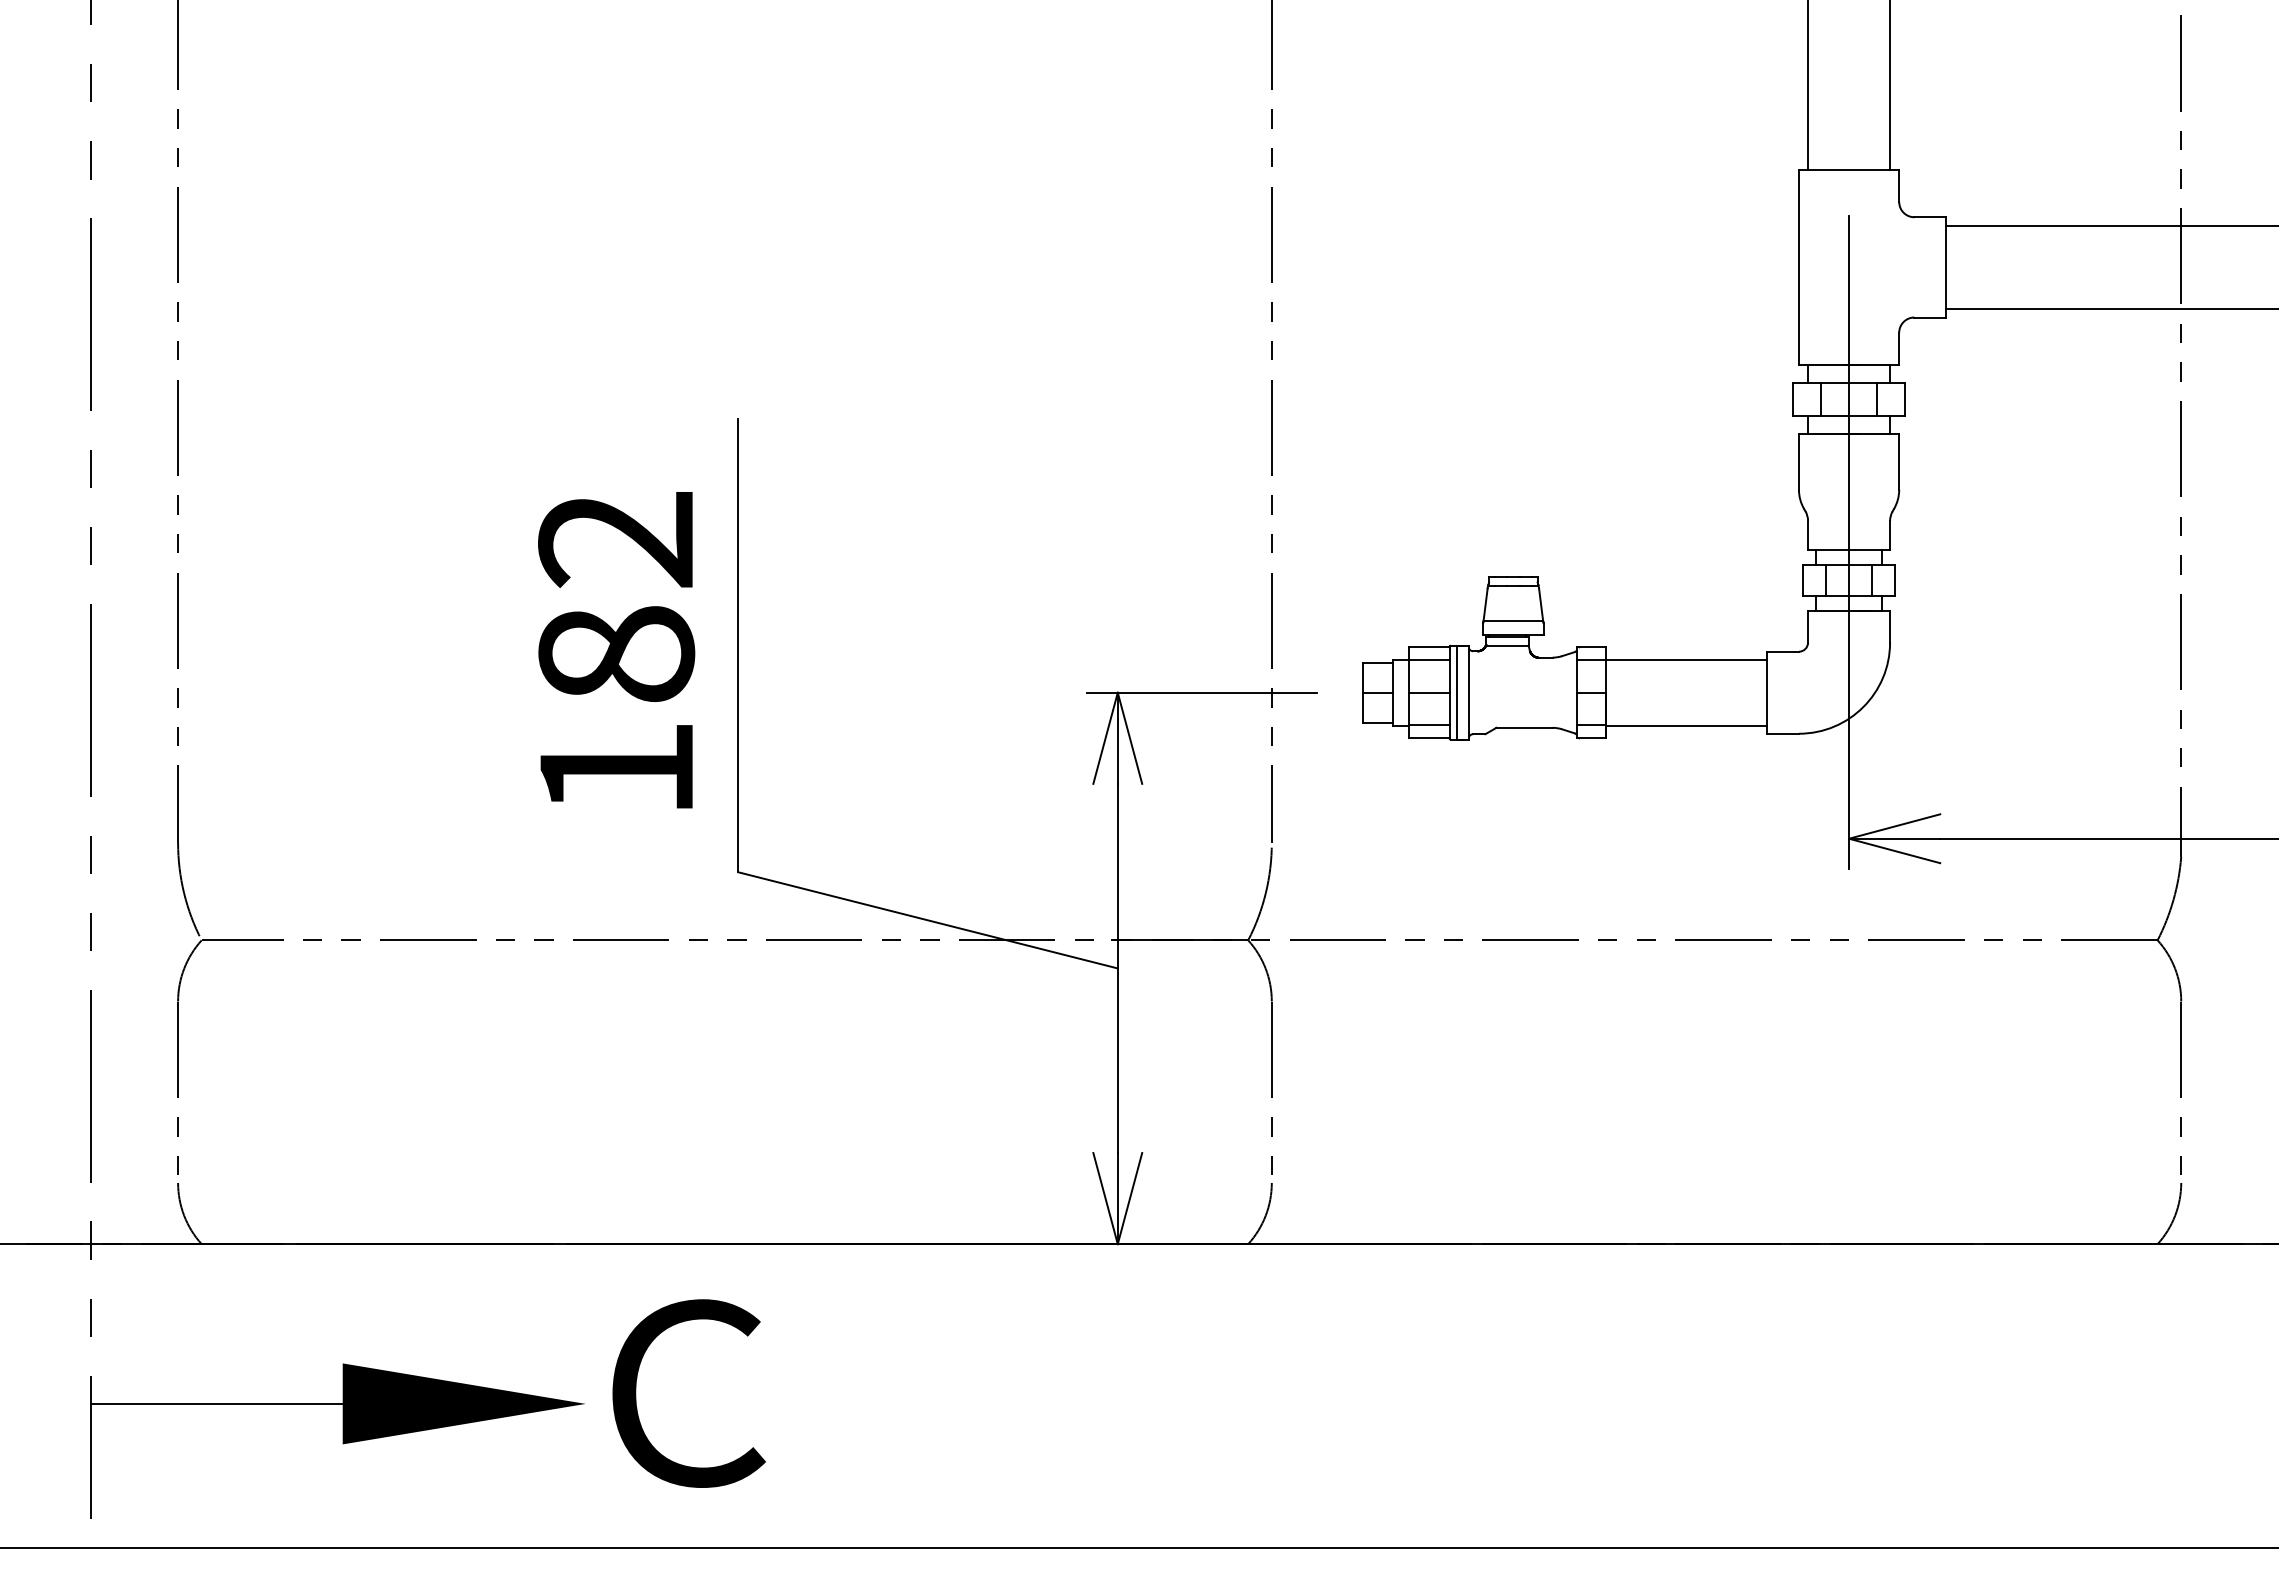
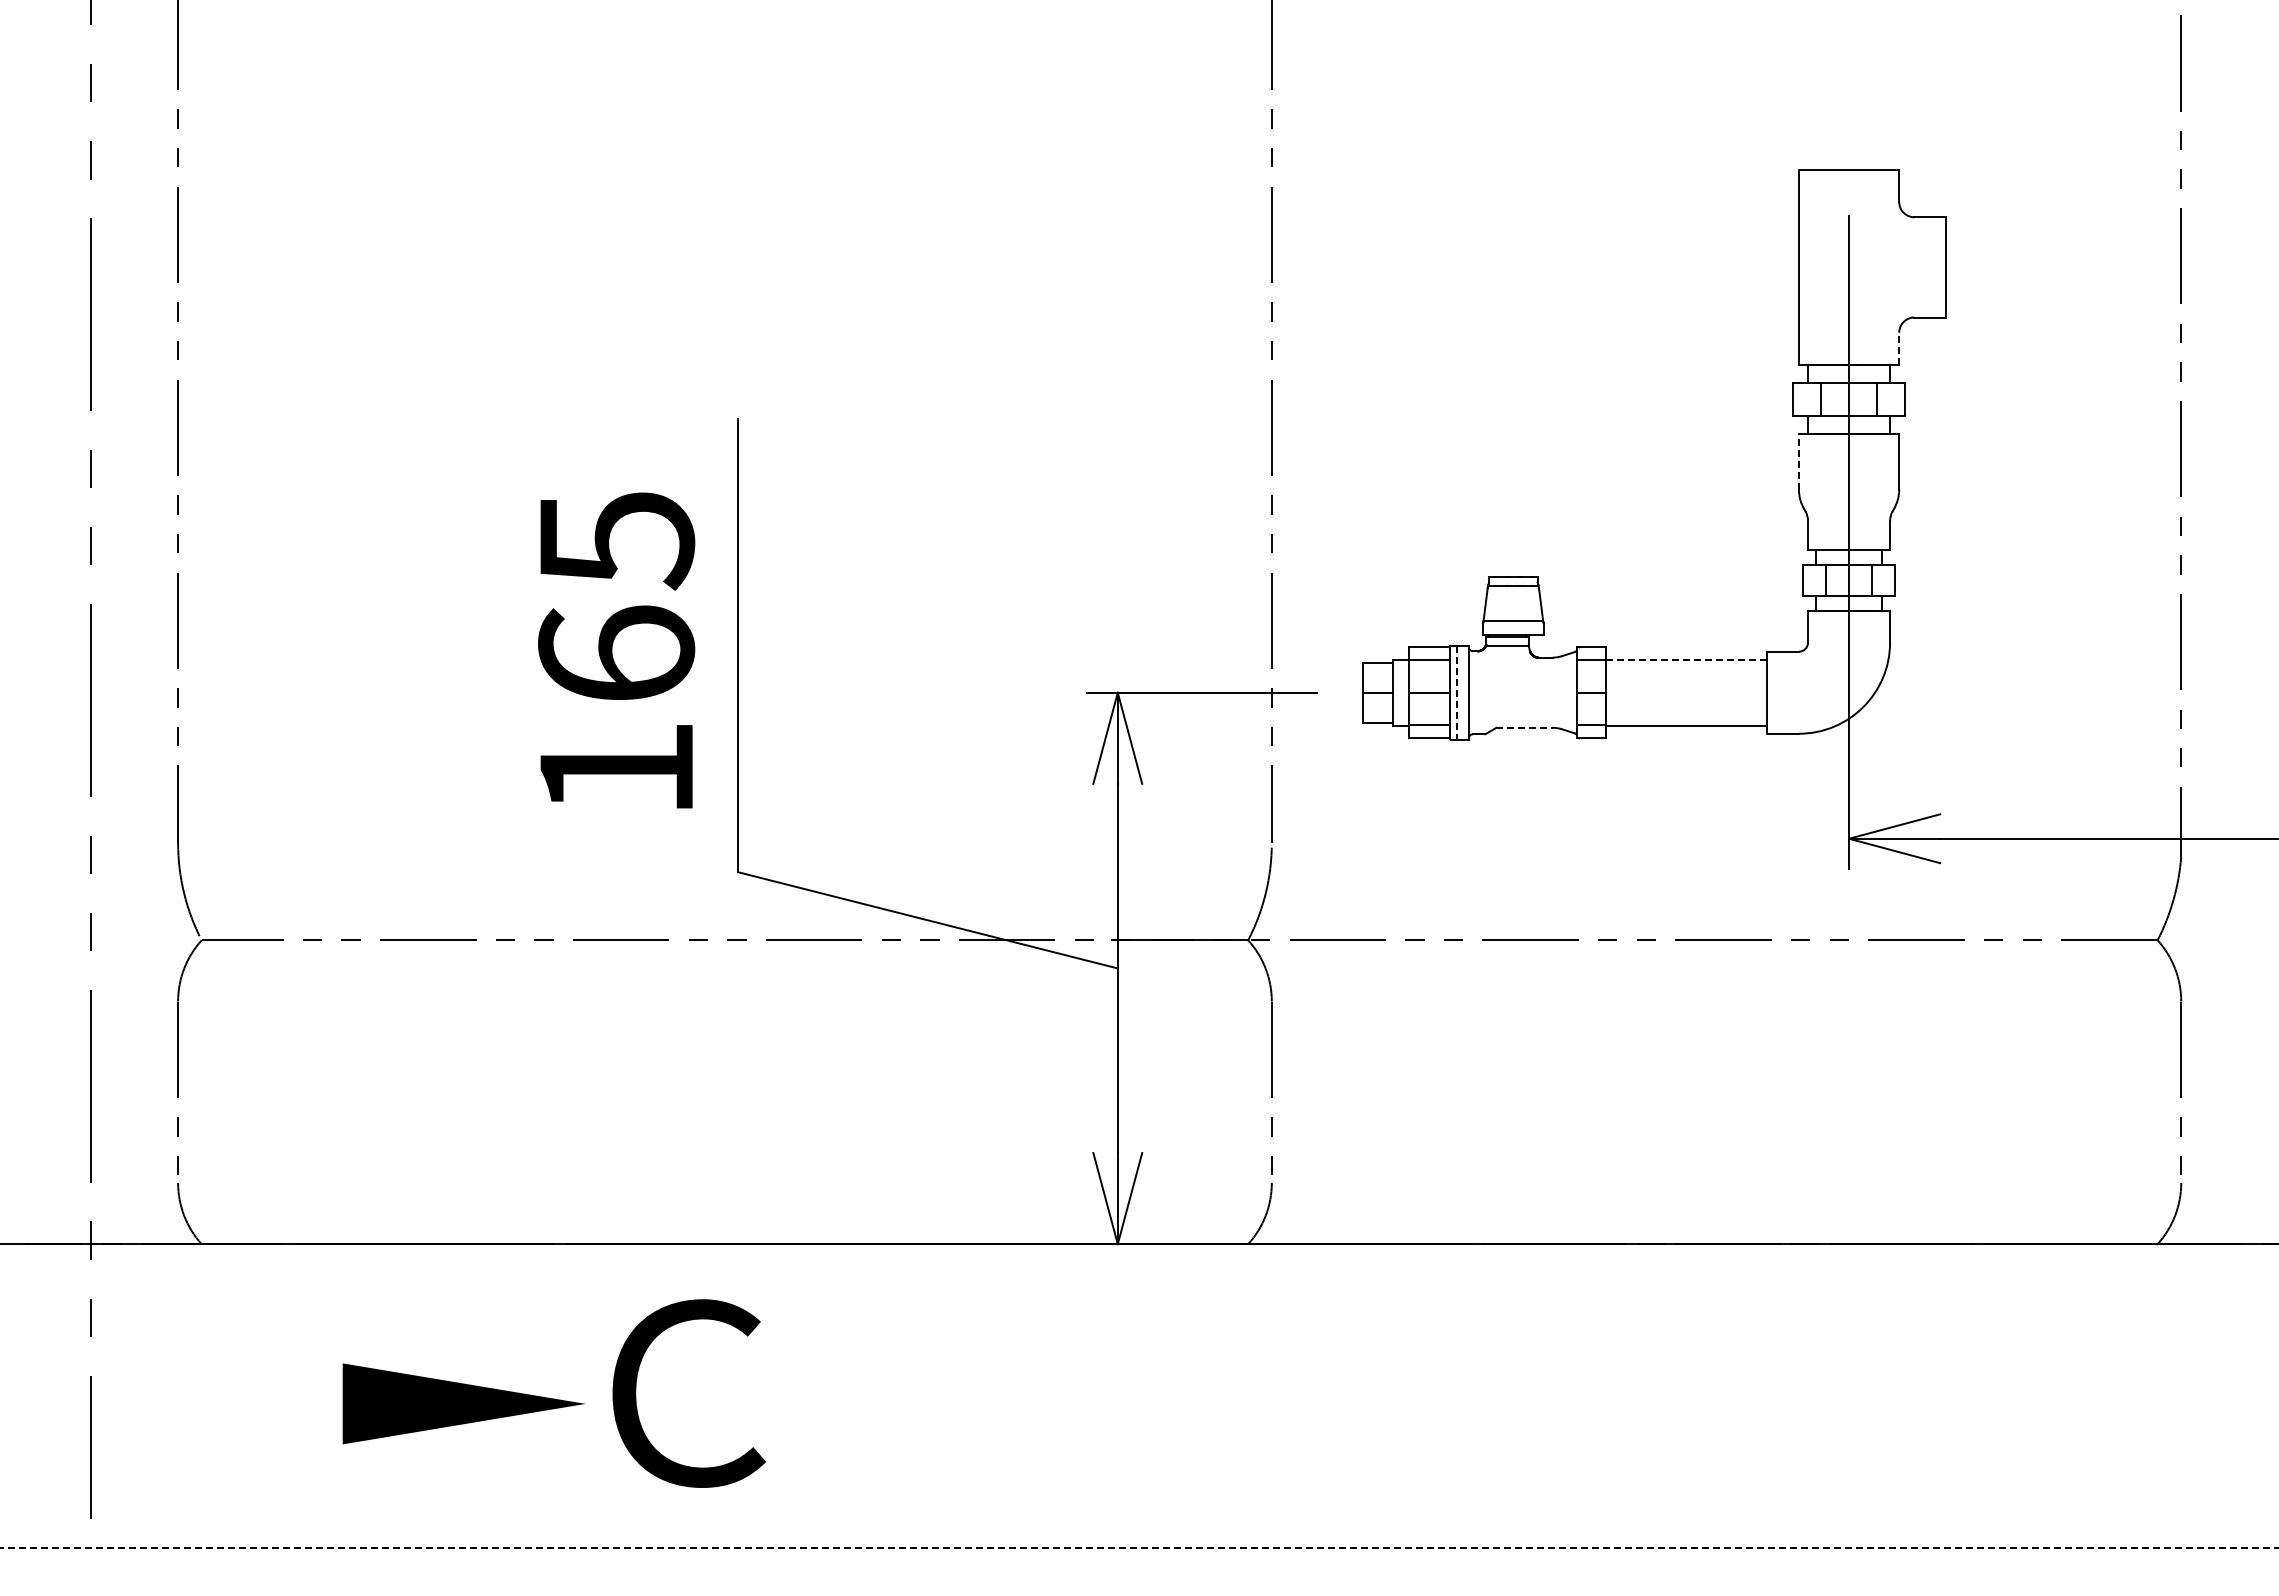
line at (1807, 86): present -> none
line at (1890, 86): present -> none
line at (2110, 226): present -> none
line at (2110, 308): present -> none
line at (1899, 348): solid -> dashed
line at (1798, 462): solid -> dashed
text at (616, 596): 182 -> 165
line at (1686, 659): solid -> dashed
line at (1457, 693): solid -> dashed
line at (1525, 727): solid -> dashed
line at (216, 1403): present -> none
line at (1139, 1547): solid -> dashed
